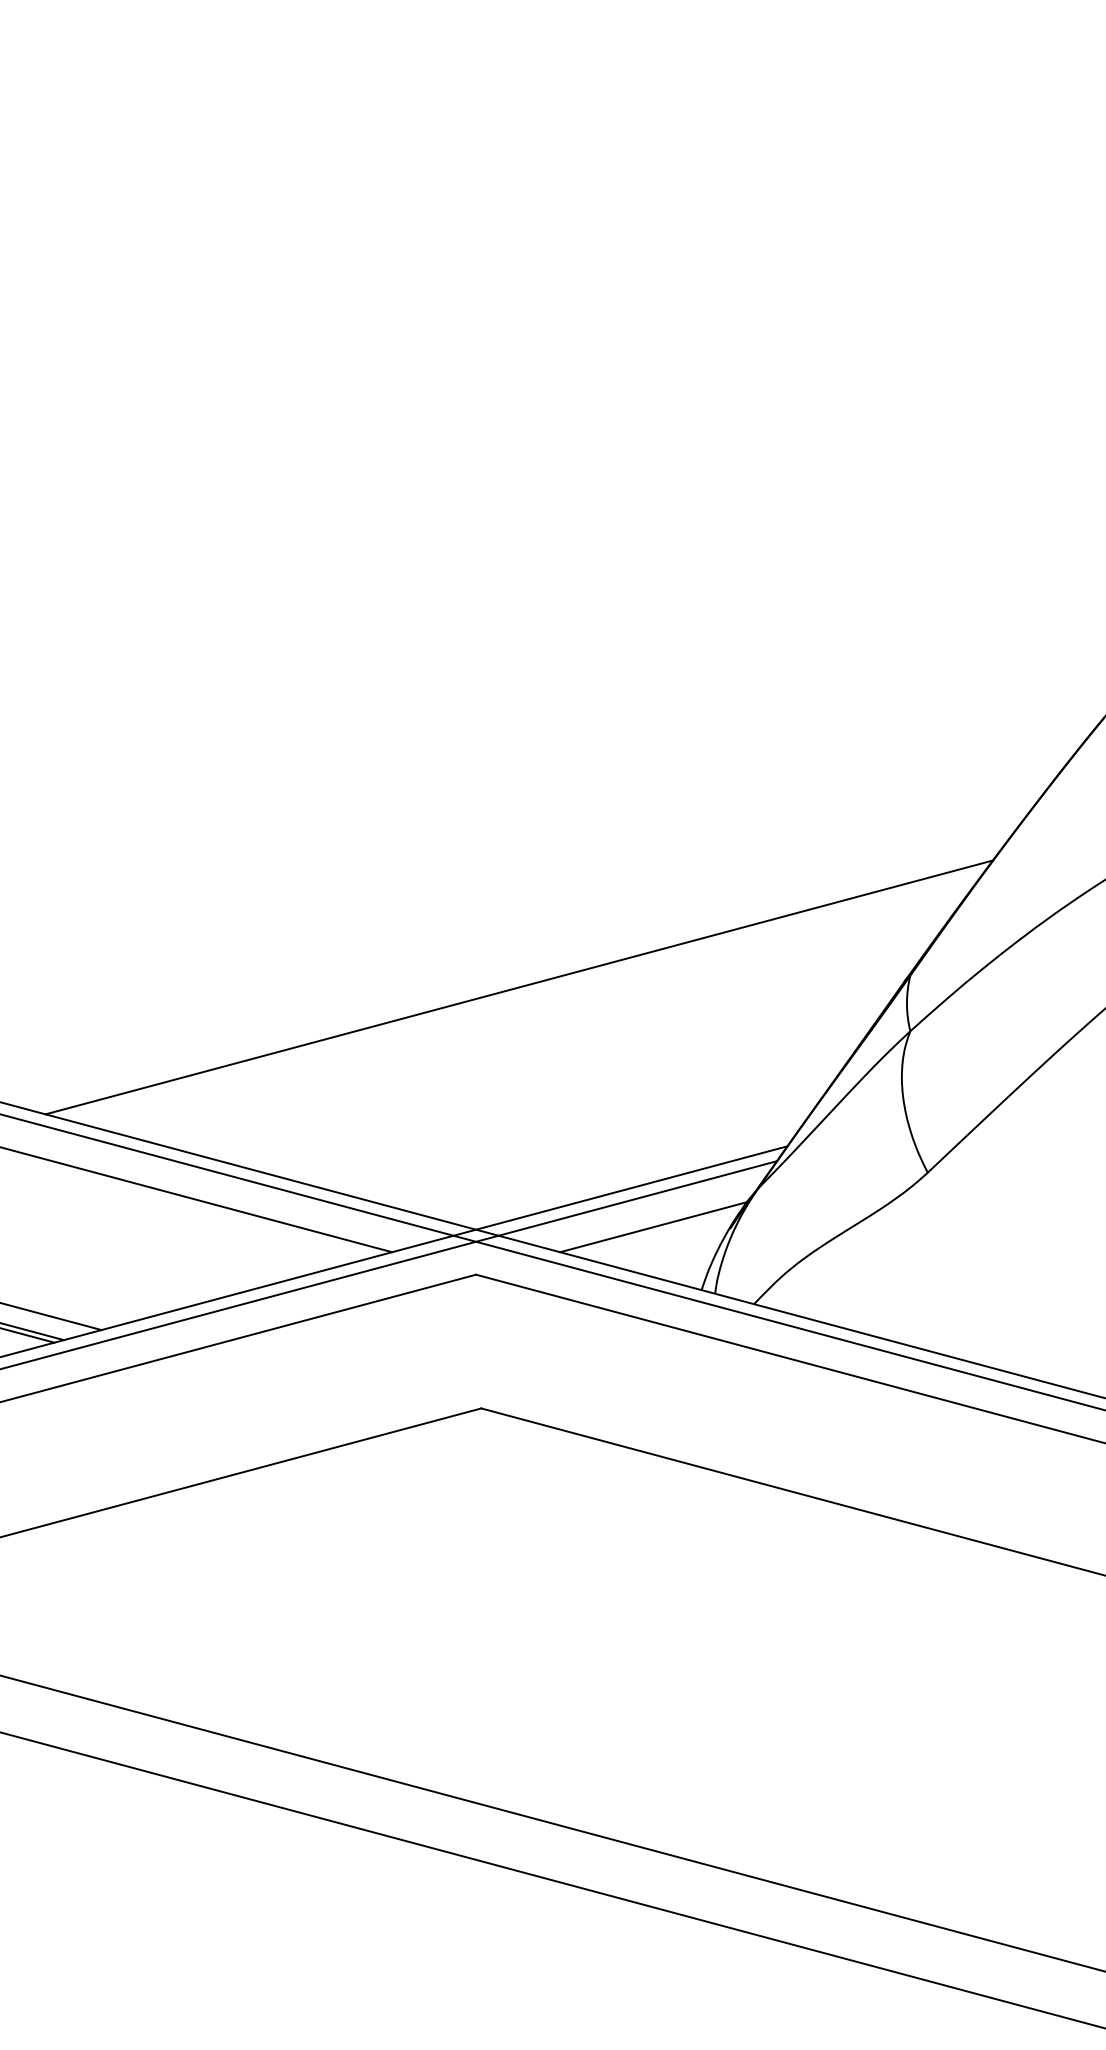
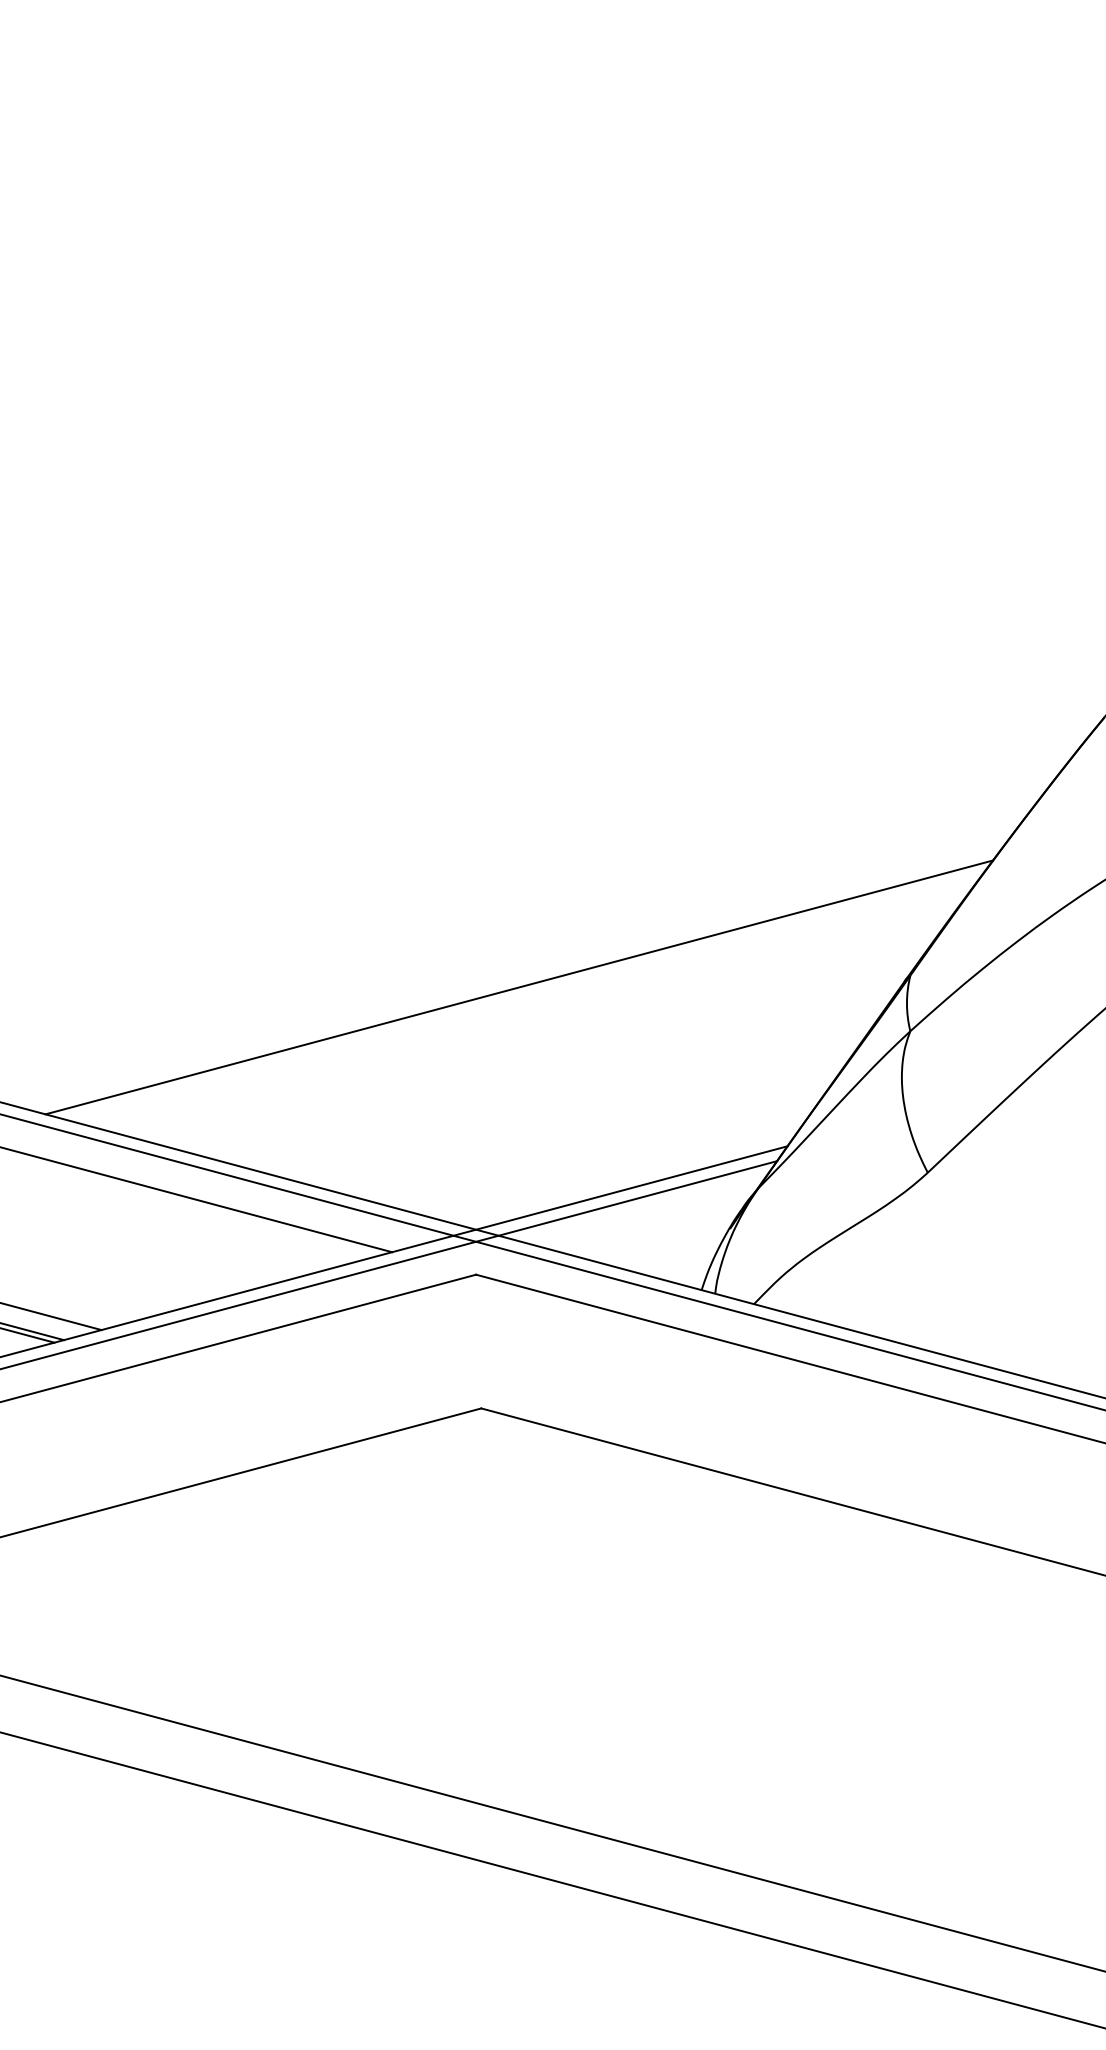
line at (654, 1226): present -> none
